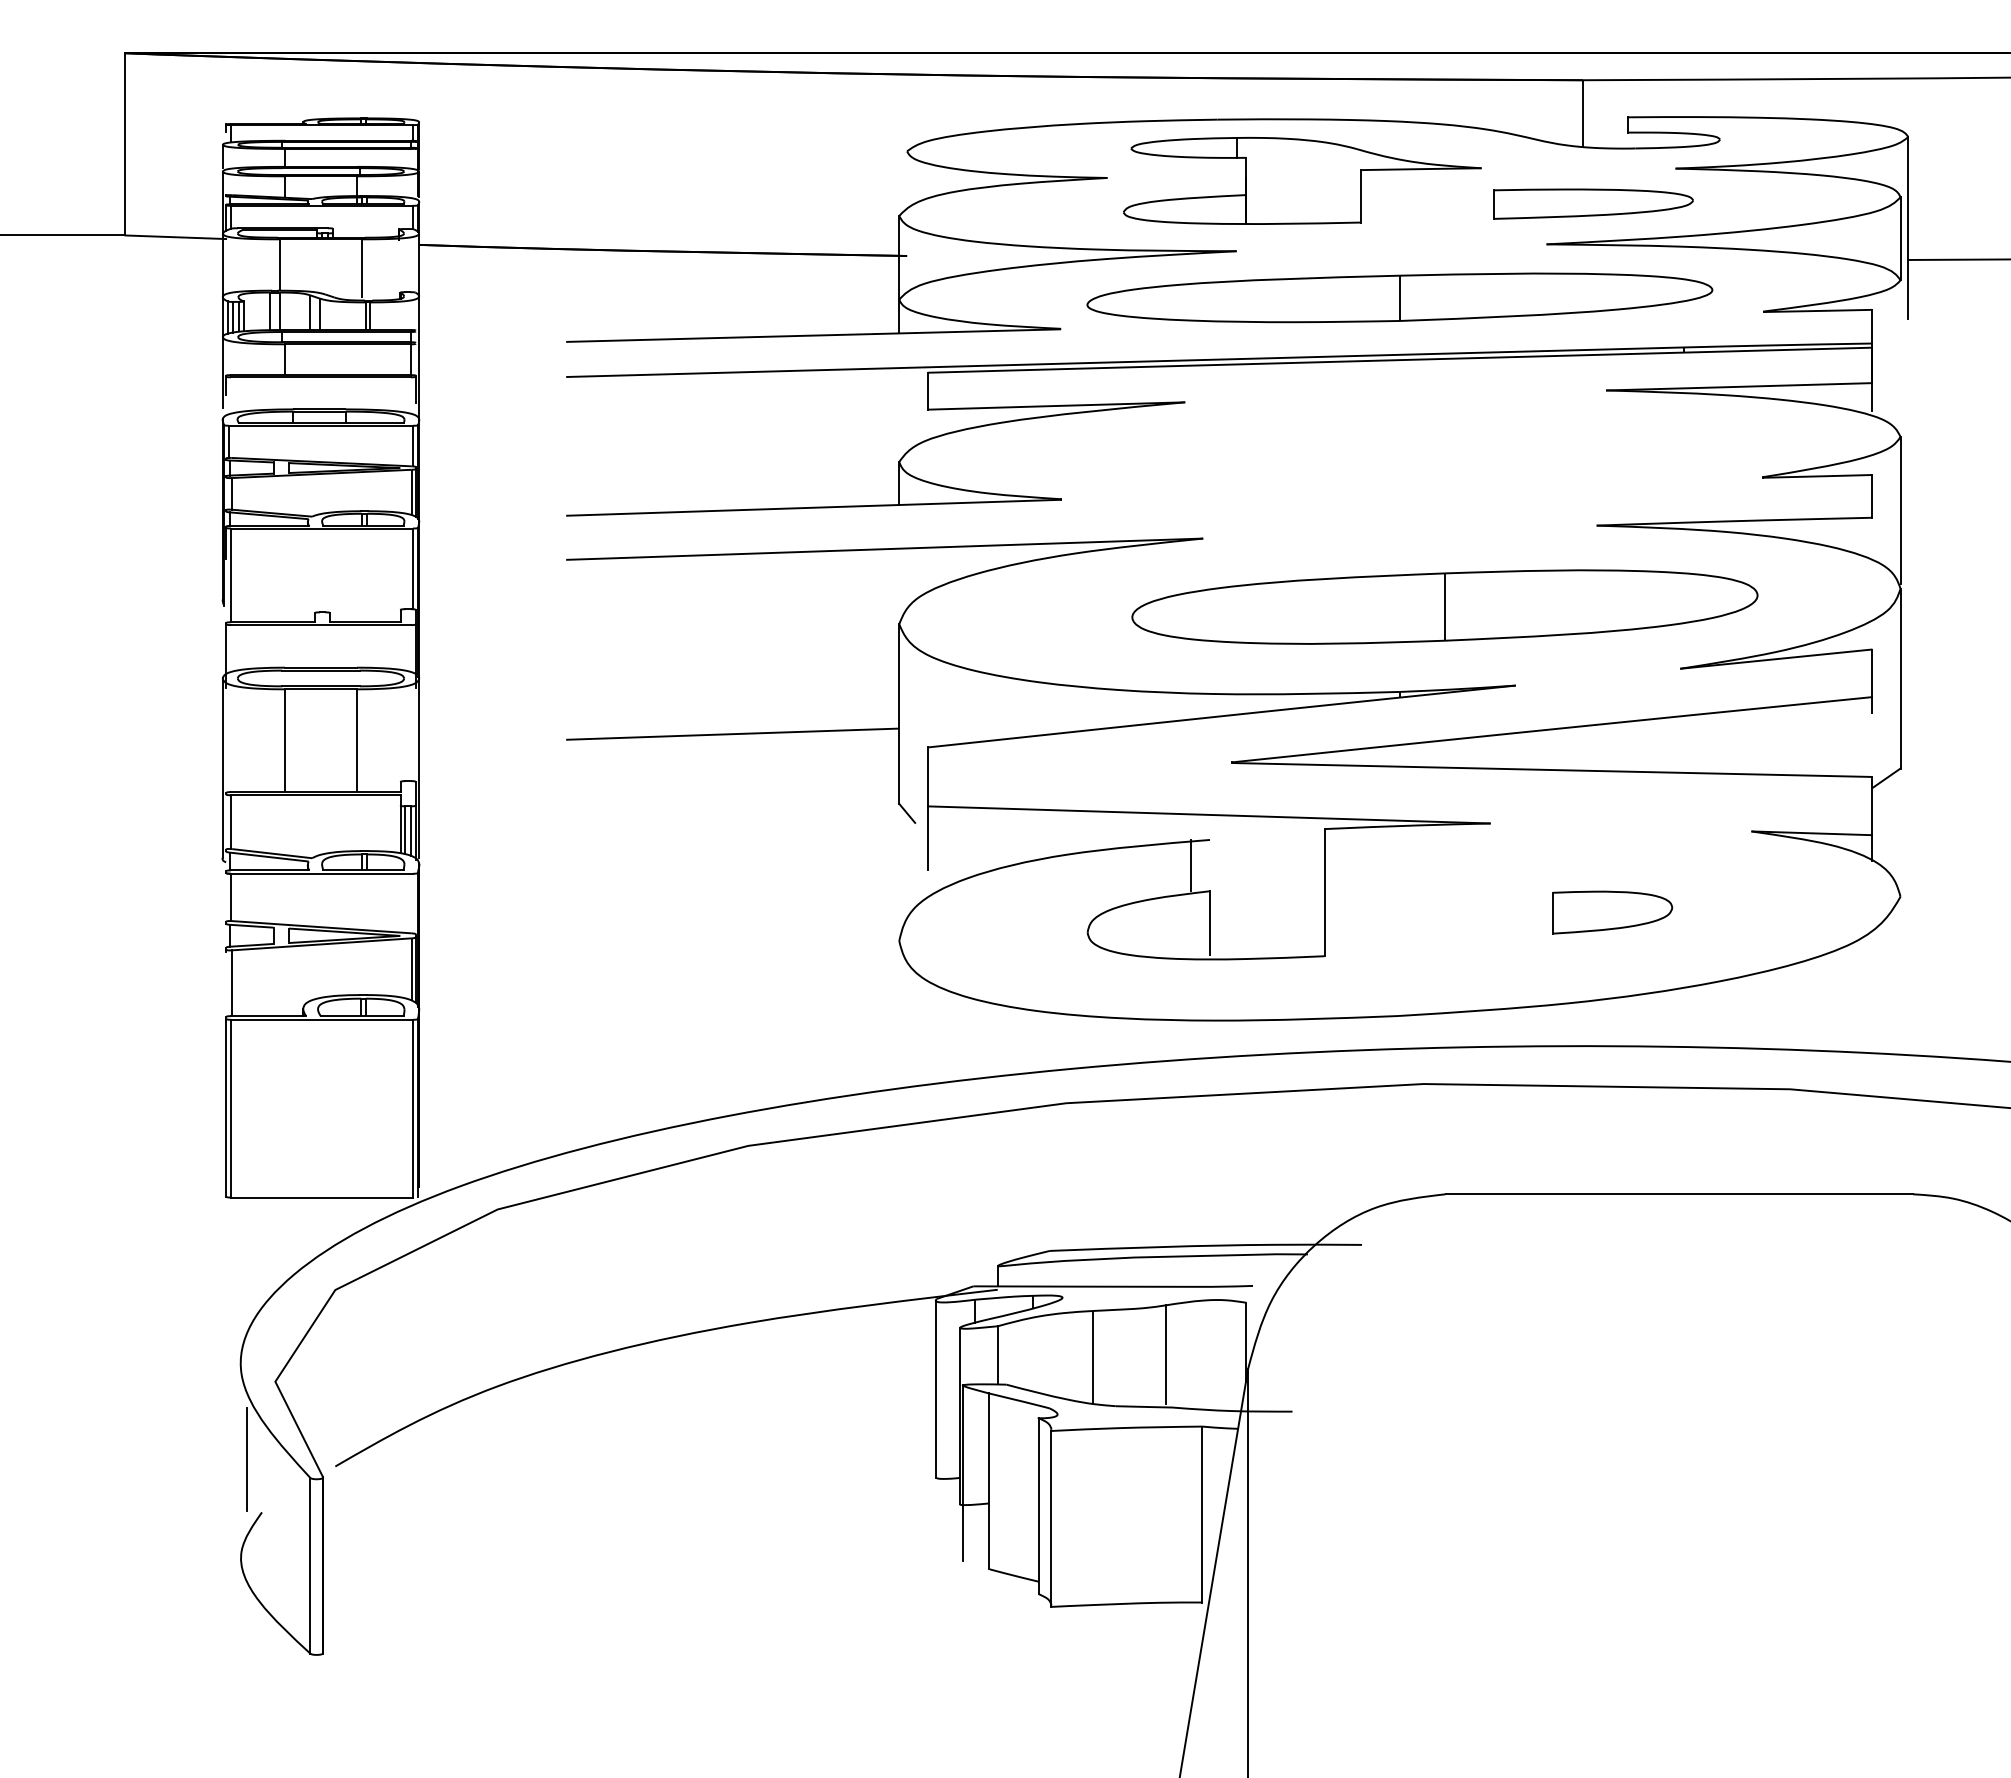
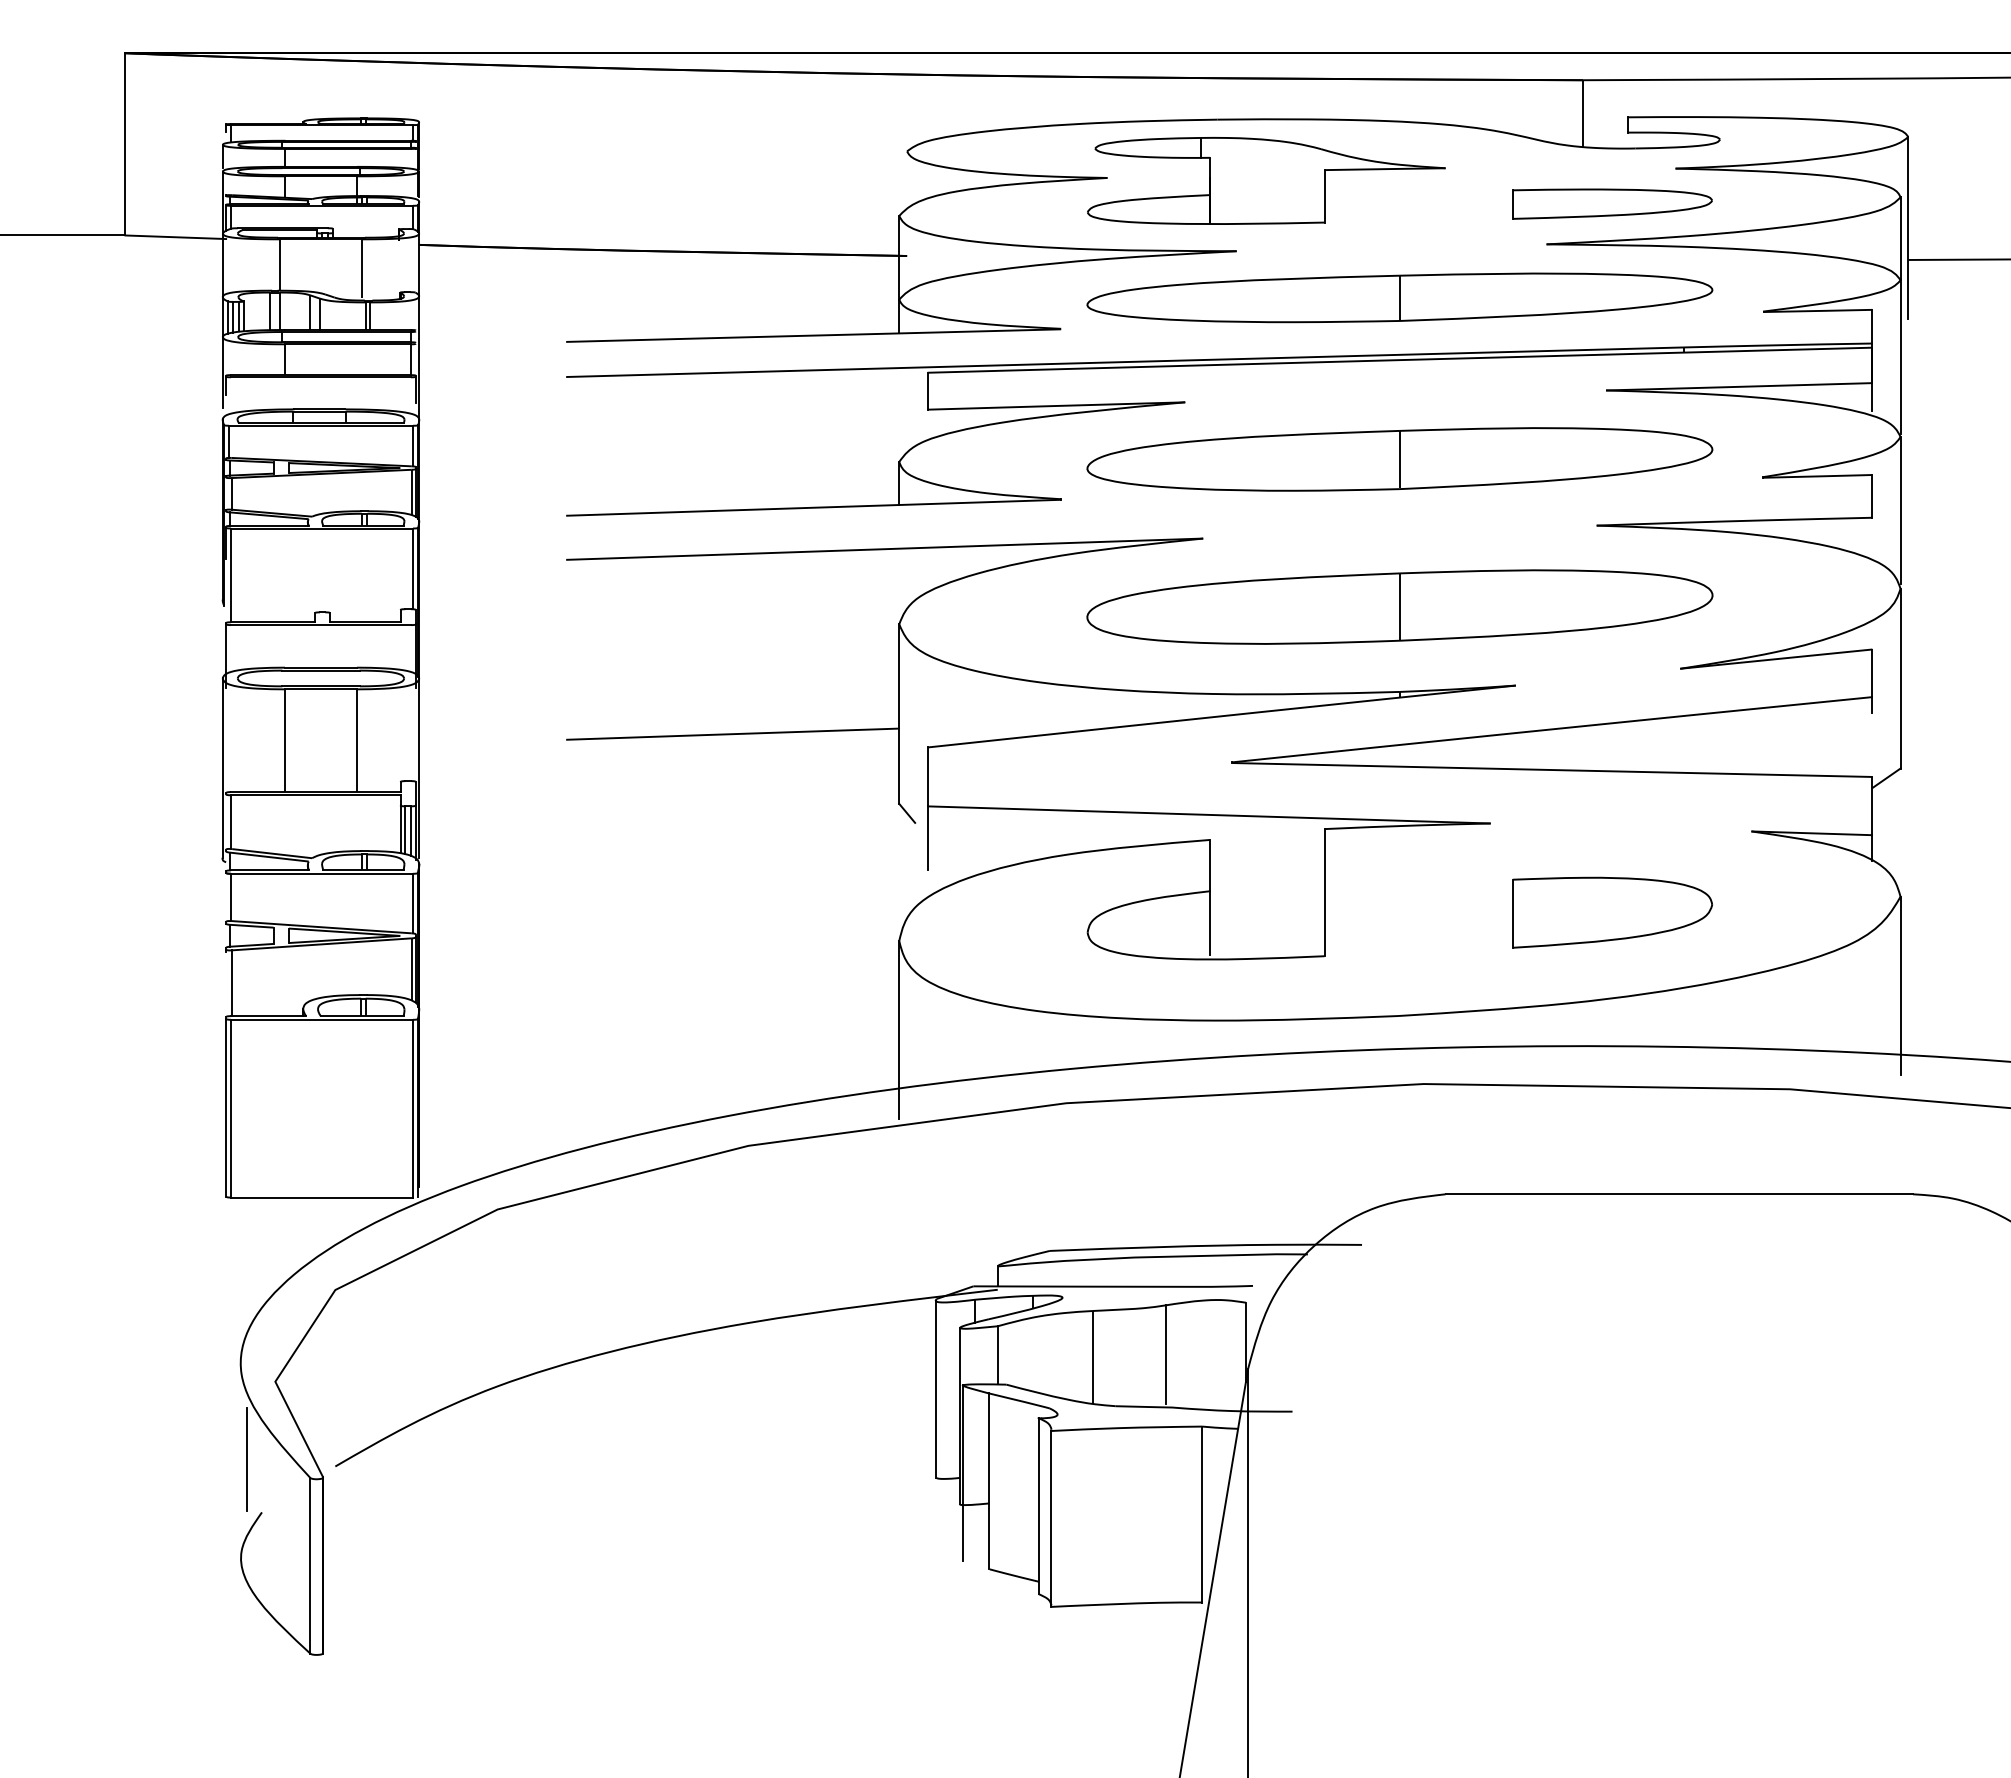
part at (1302, 180) position: (1302, 180) -> (1266, 180)
part at (1593, 203) position: (1593, 203) -> (1612, 203)
line at (1900, 357): none -> present
part at (1399, 459): none -> present
part at (1444, 606) position: (1444, 606) -> (1399, 606)
line at (1190, 865) position: (1190, 865) -> (1209, 865)
line at (412, 903): none -> present
part at (1612, 912) size: 122x45 px -> 201x73 px
line at (1900, 985): none -> present
line at (899, 1030): none -> present
